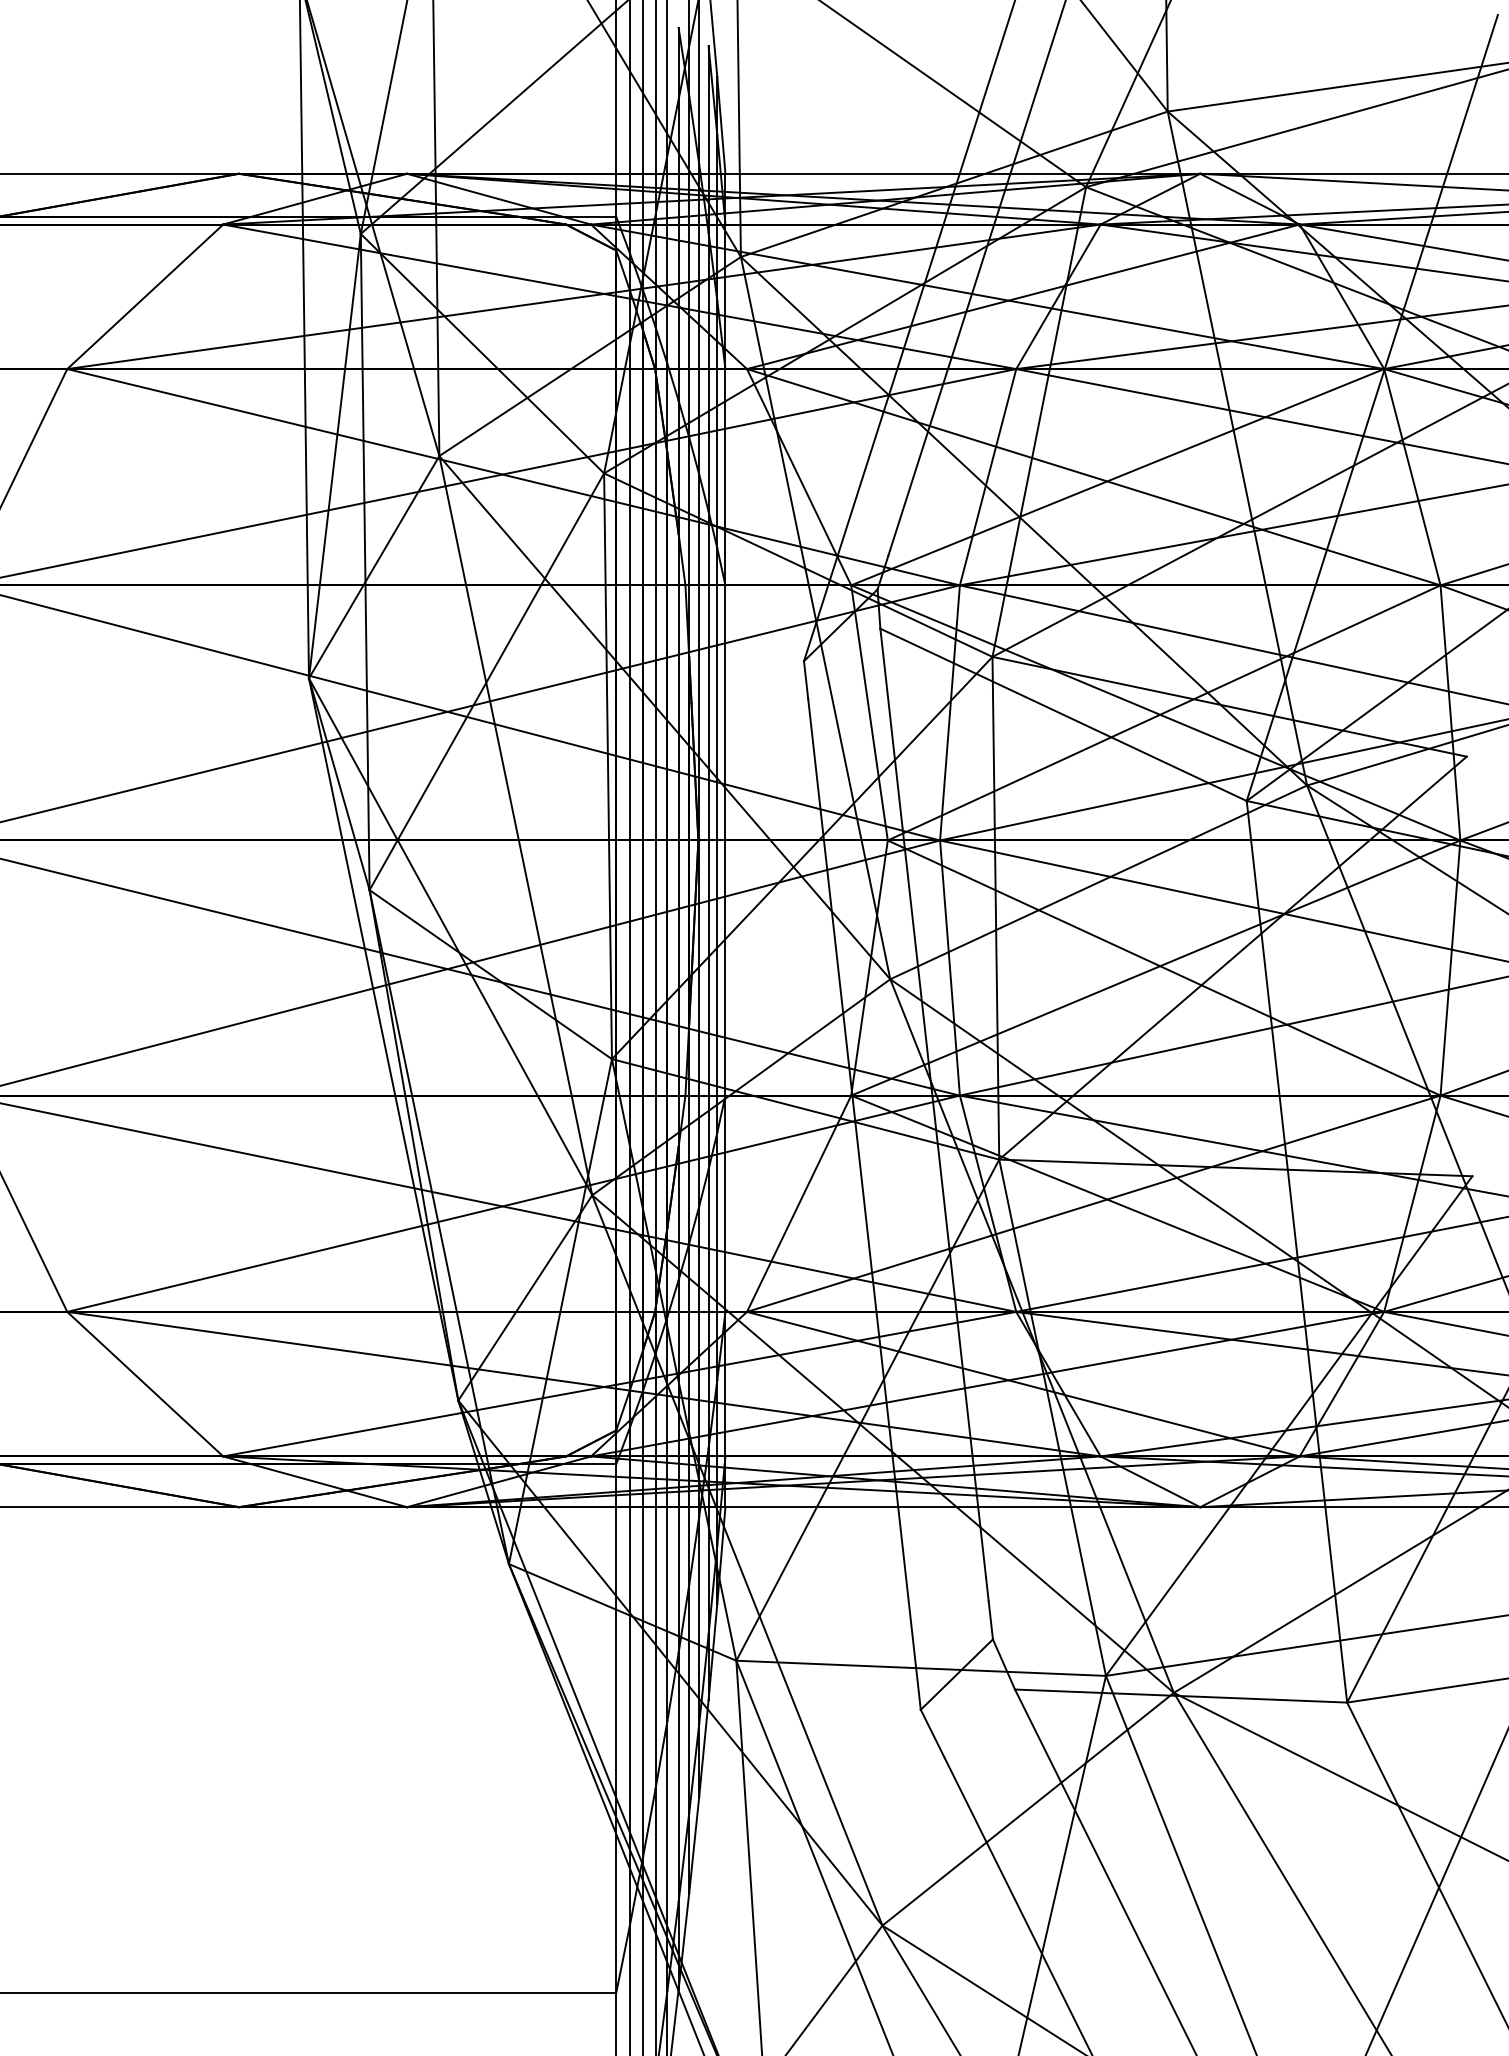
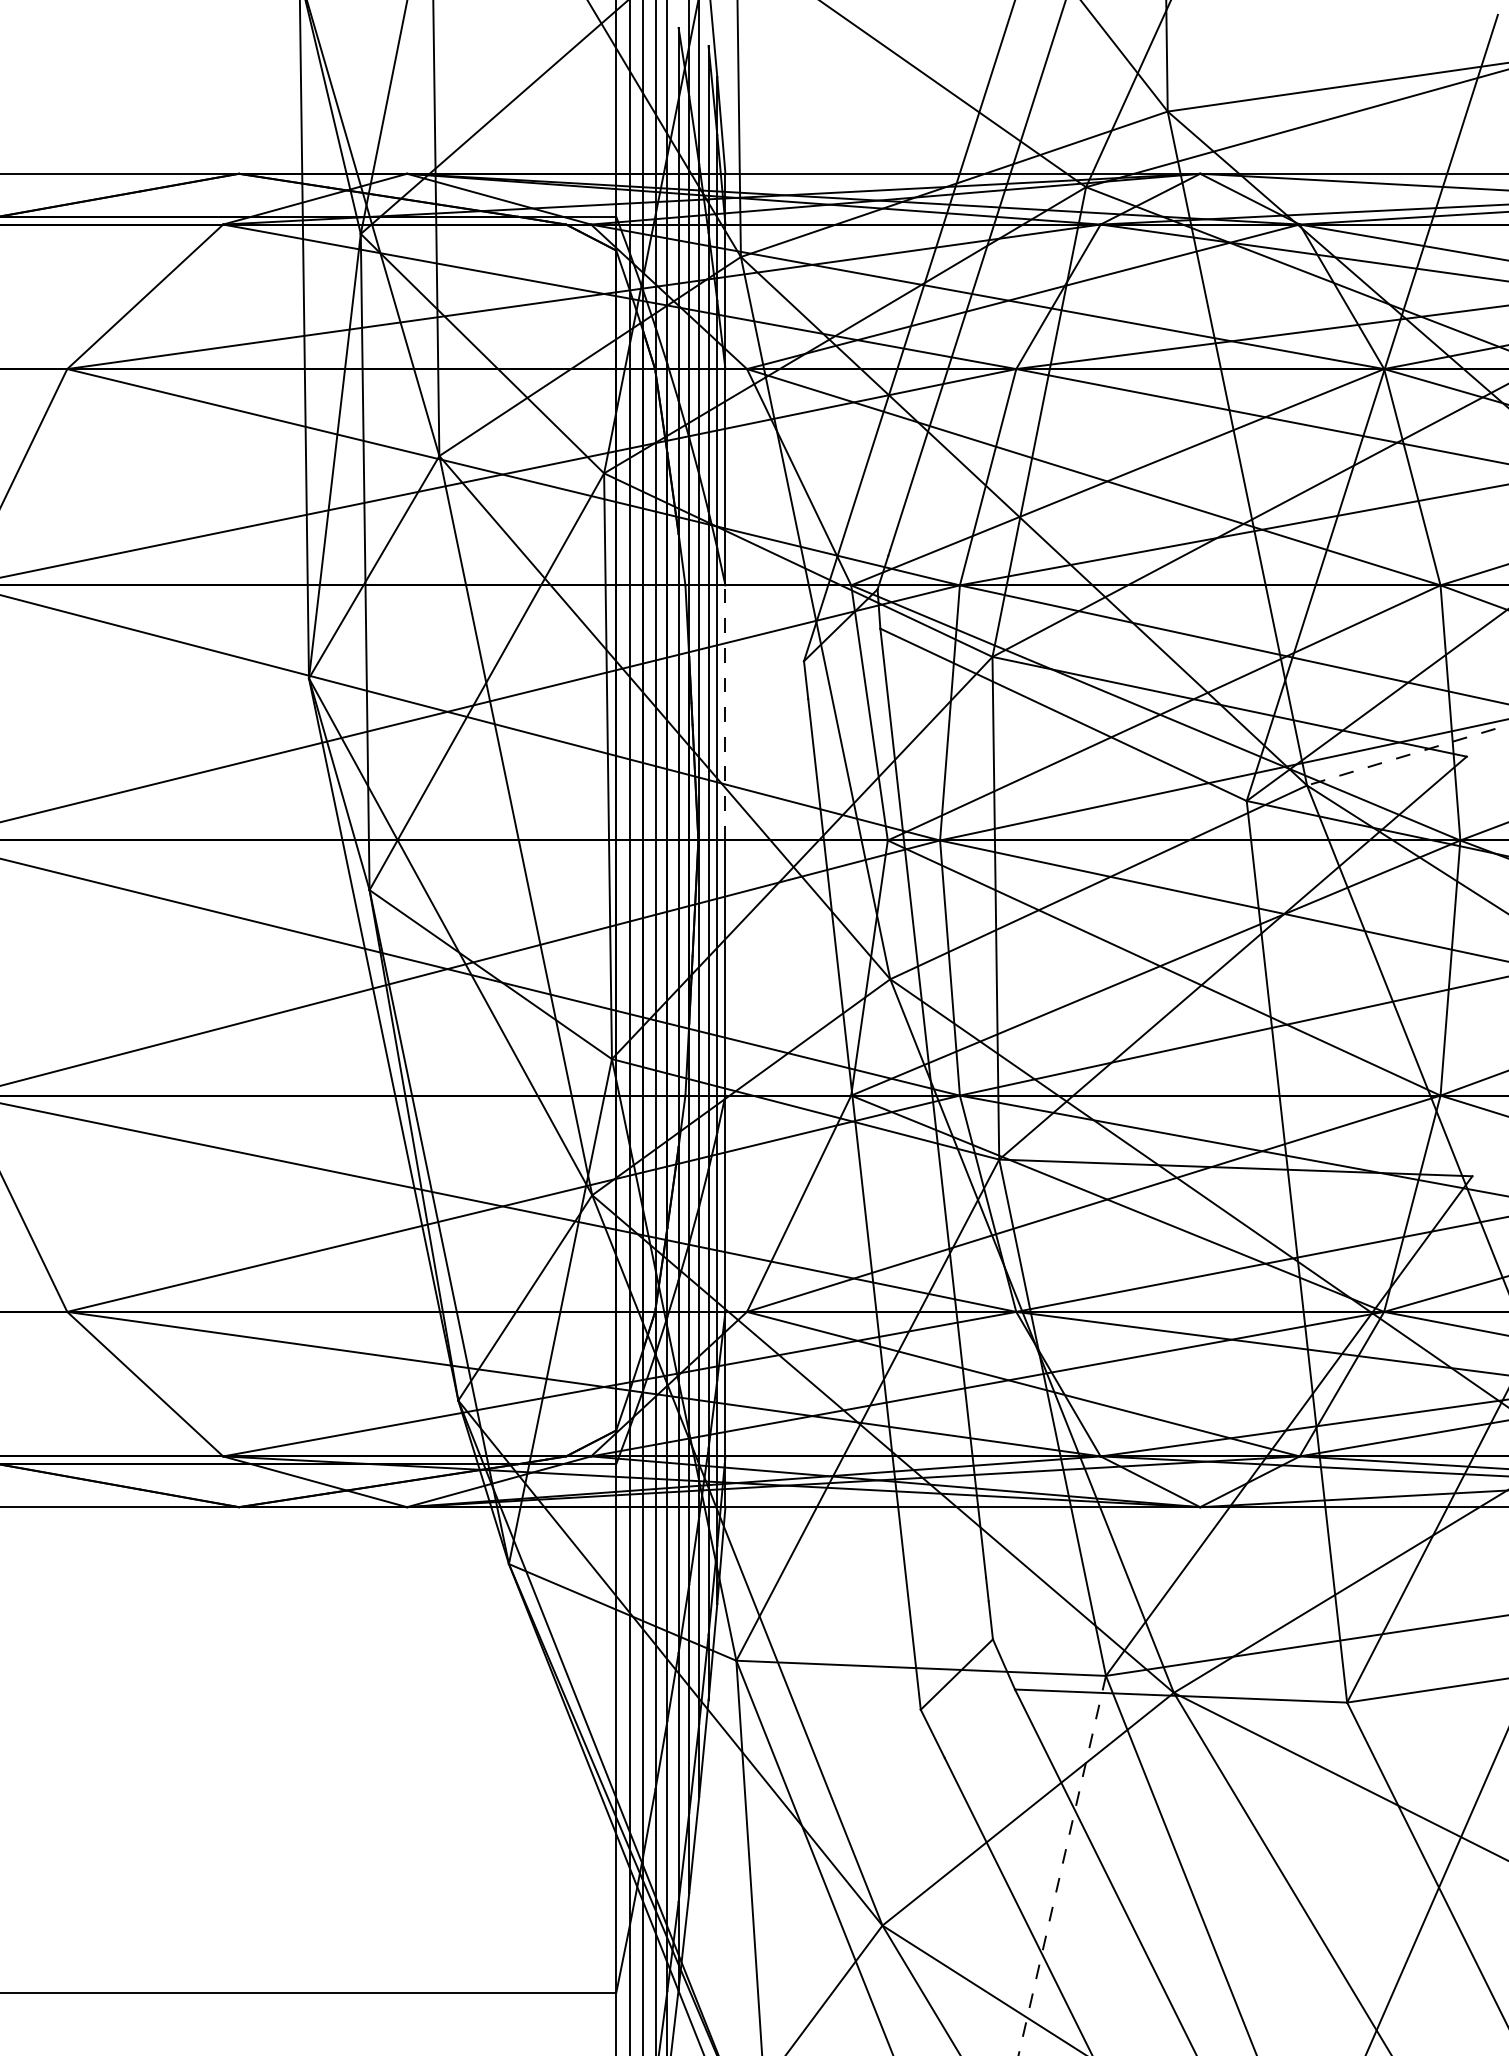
line at (725, 712): solid -> dashed
line at (1407, 755): solid -> dashed
line at (1062, 1865): solid -> dashed
